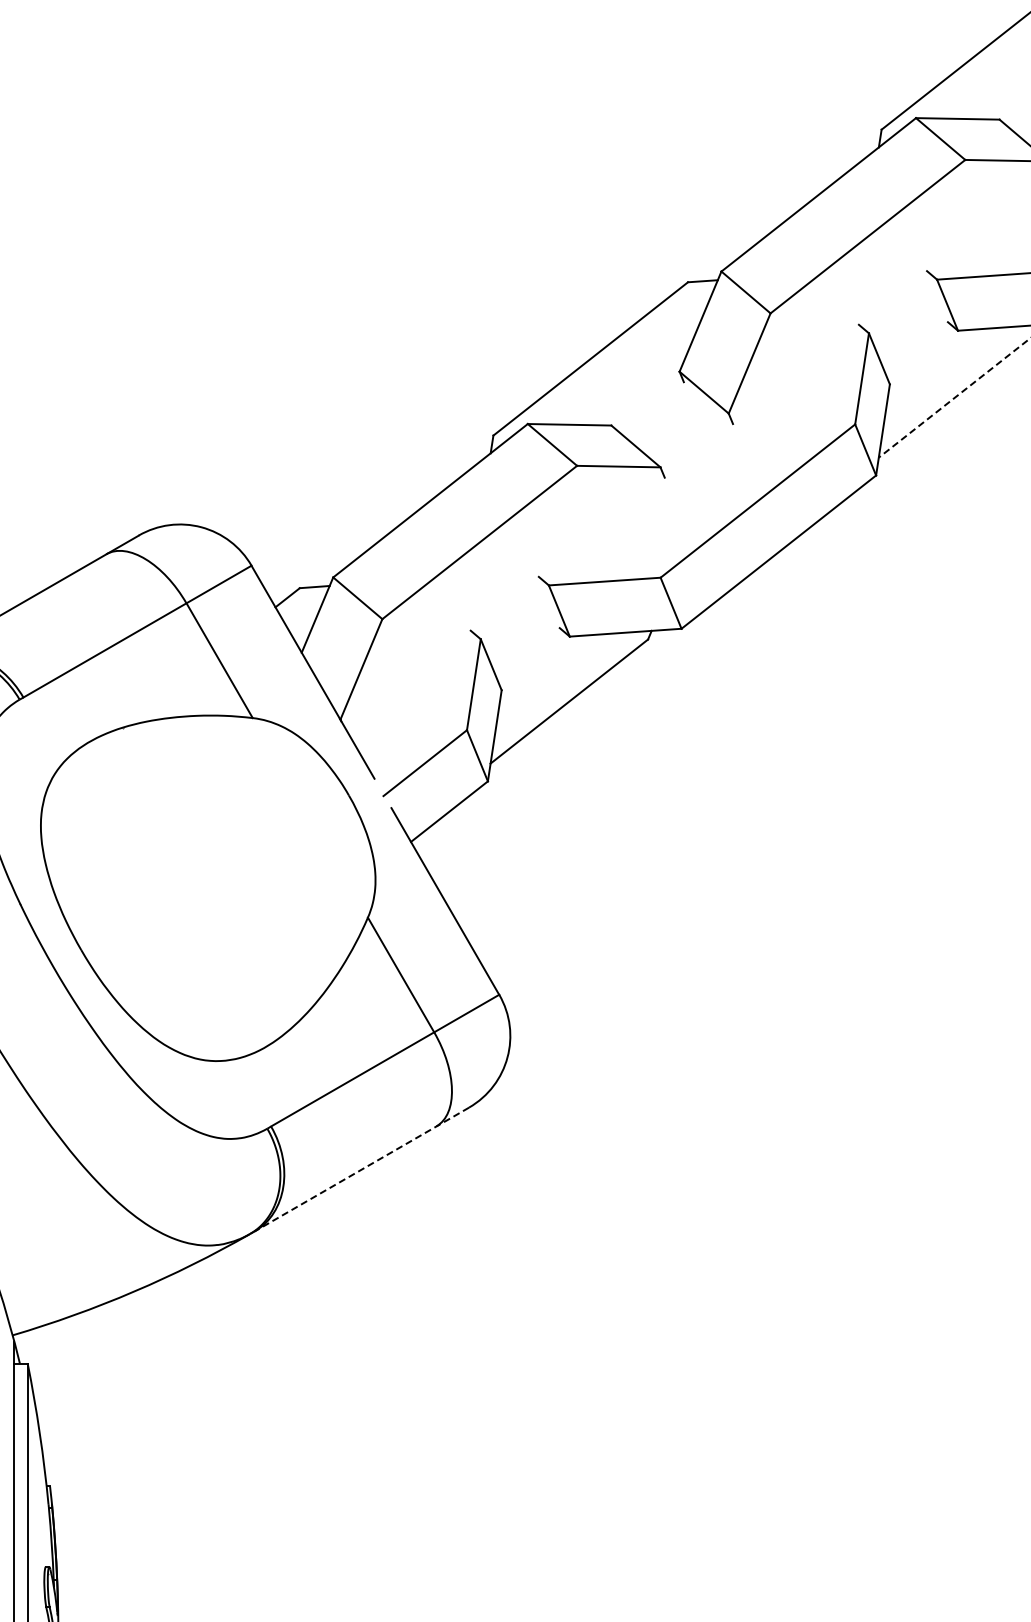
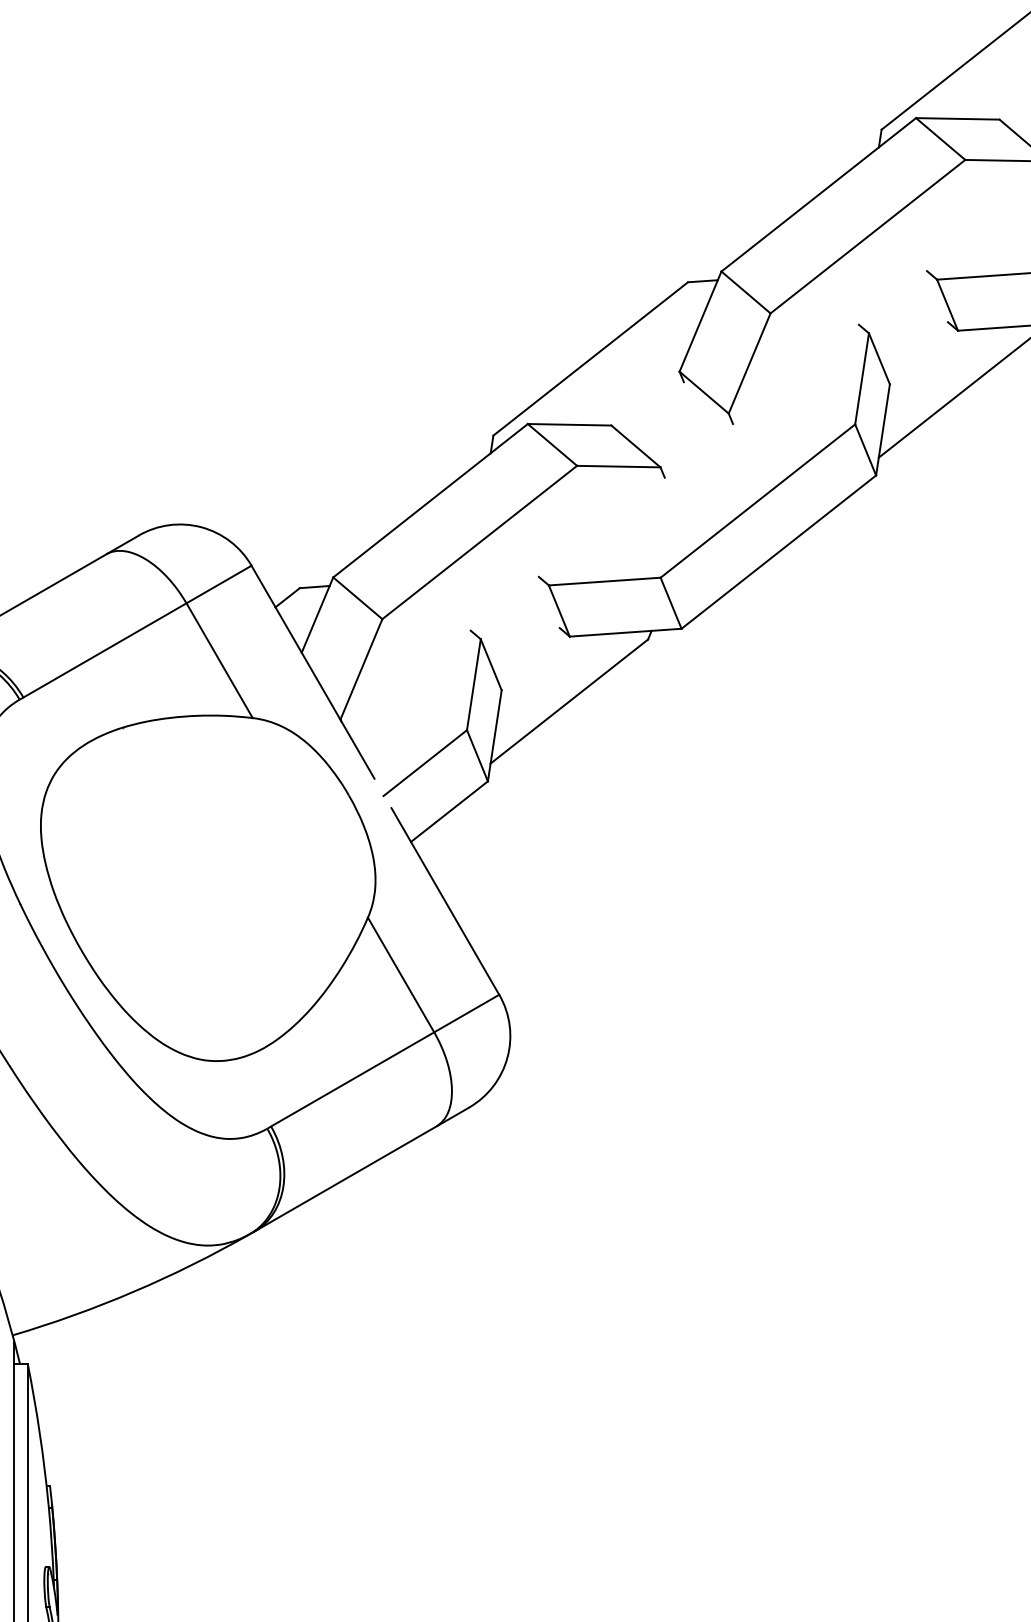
line at (954, 397): dashed -> solid
line at (361, 1169): dashed -> solid
